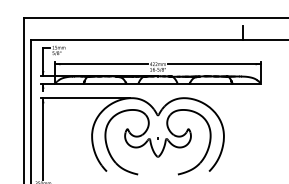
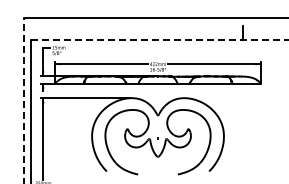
line at (160, 40): solid -> dashed
line at (23, 100): solid -> dashed
